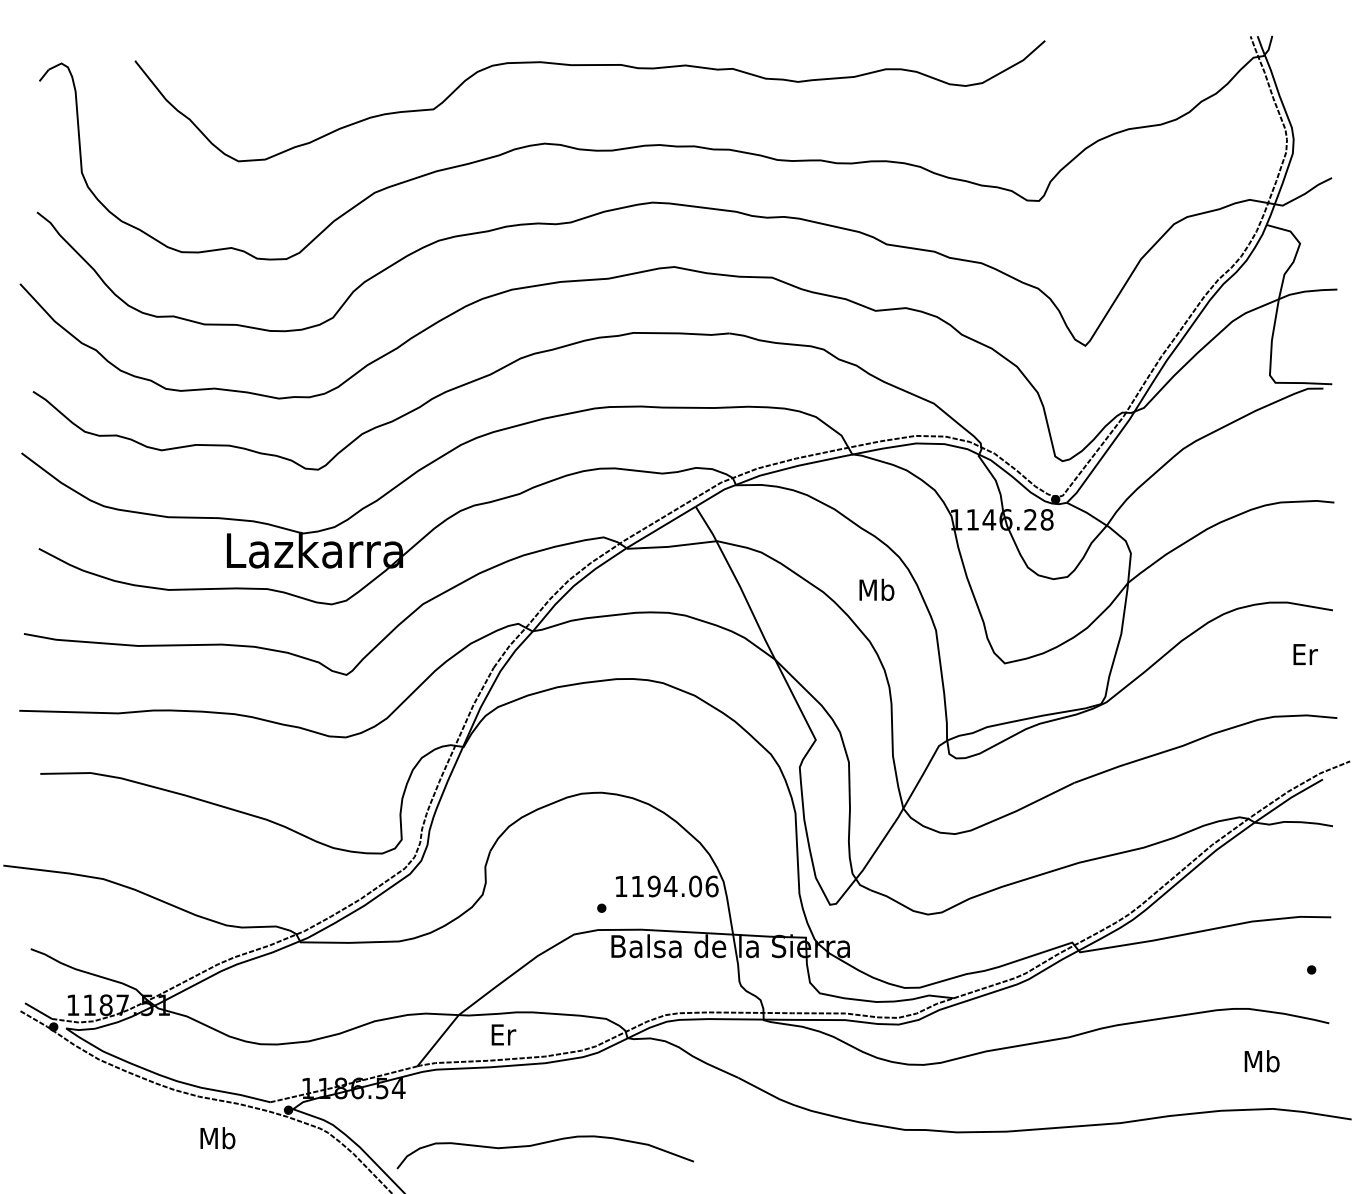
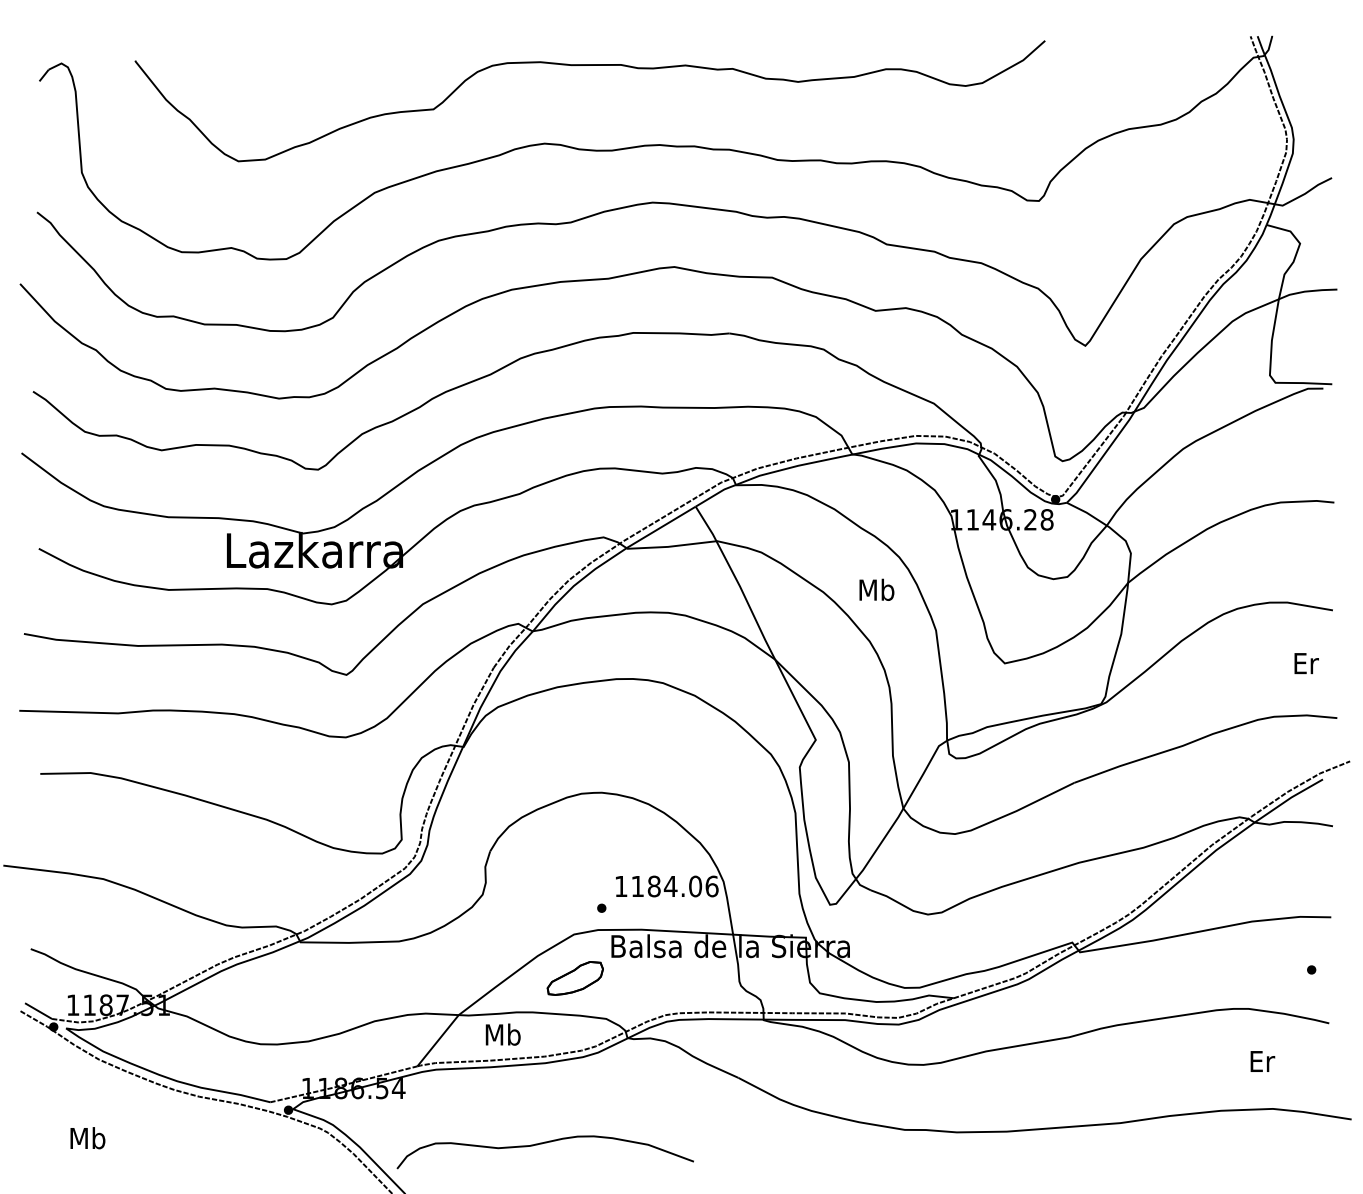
text at (1305, 654) position: (1305, 654) -> (1306, 663)
text at (653, 886): 1194.06 -> 1184.06
part at (574, 978): none -> present
text at (502, 1034): Er -> Mb
text at (1261, 1061): Mb -> Er
text at (217, 1138) position: (217, 1138) -> (87, 1138)
